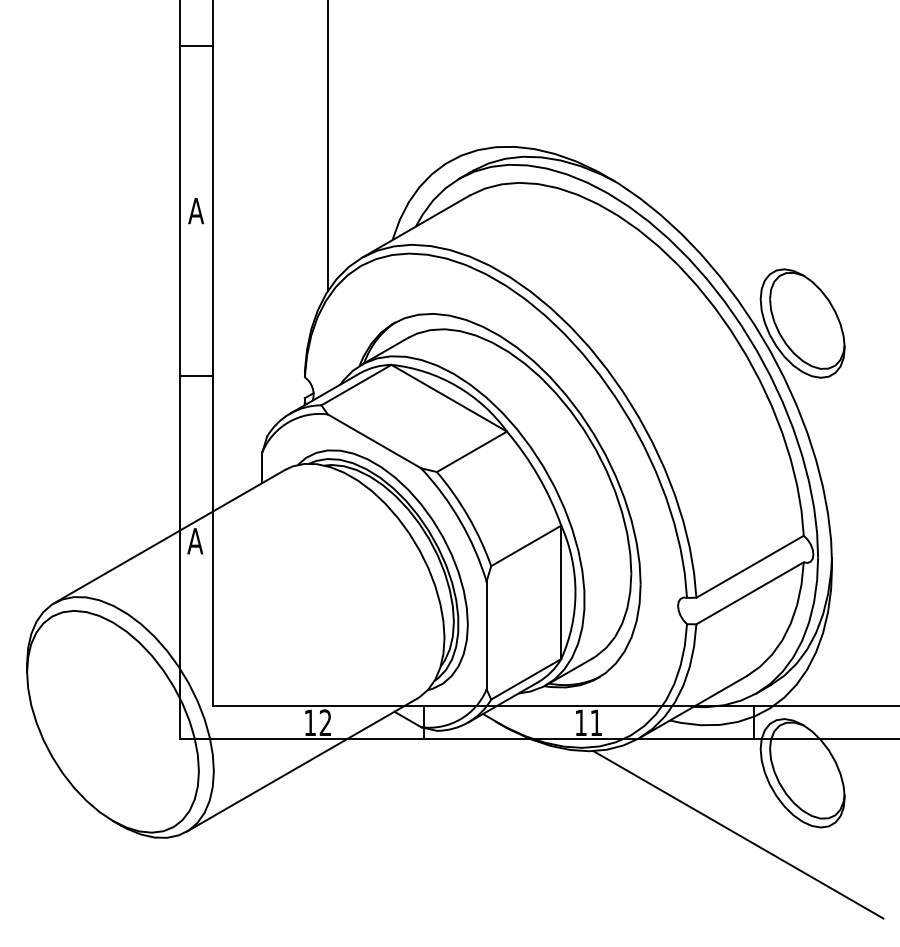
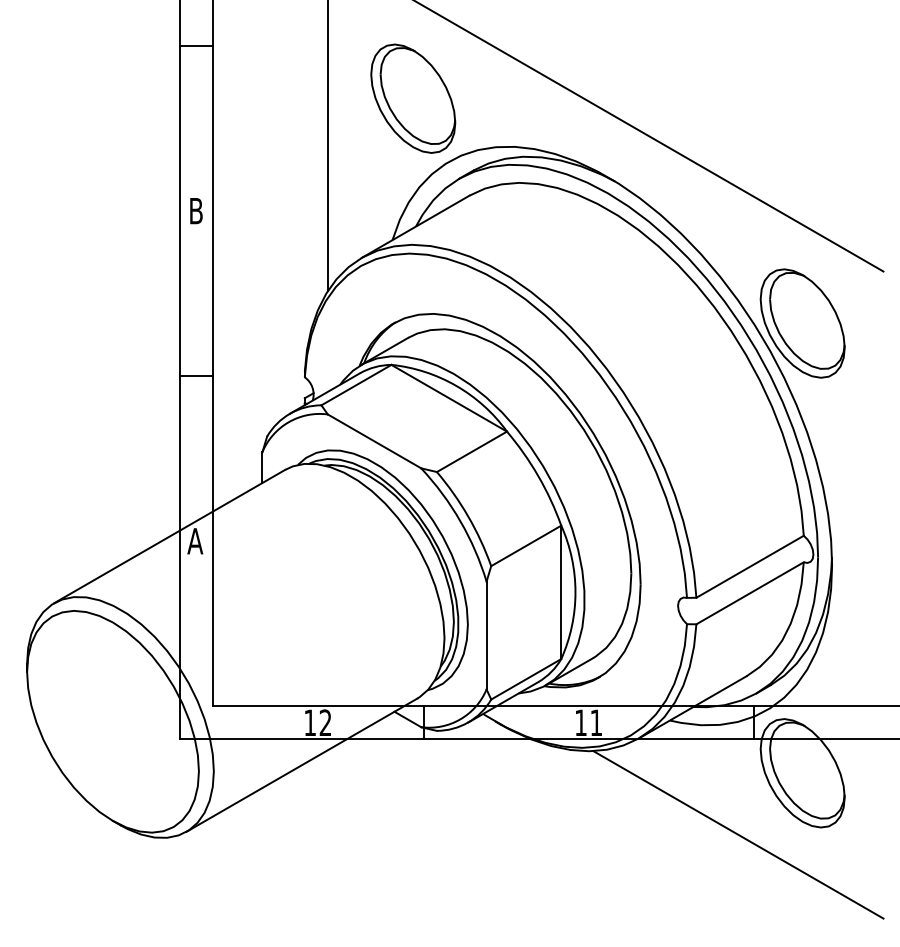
part at (413, 98): none -> present
line at (650, 136): none -> present
text at (196, 211): A -> B
